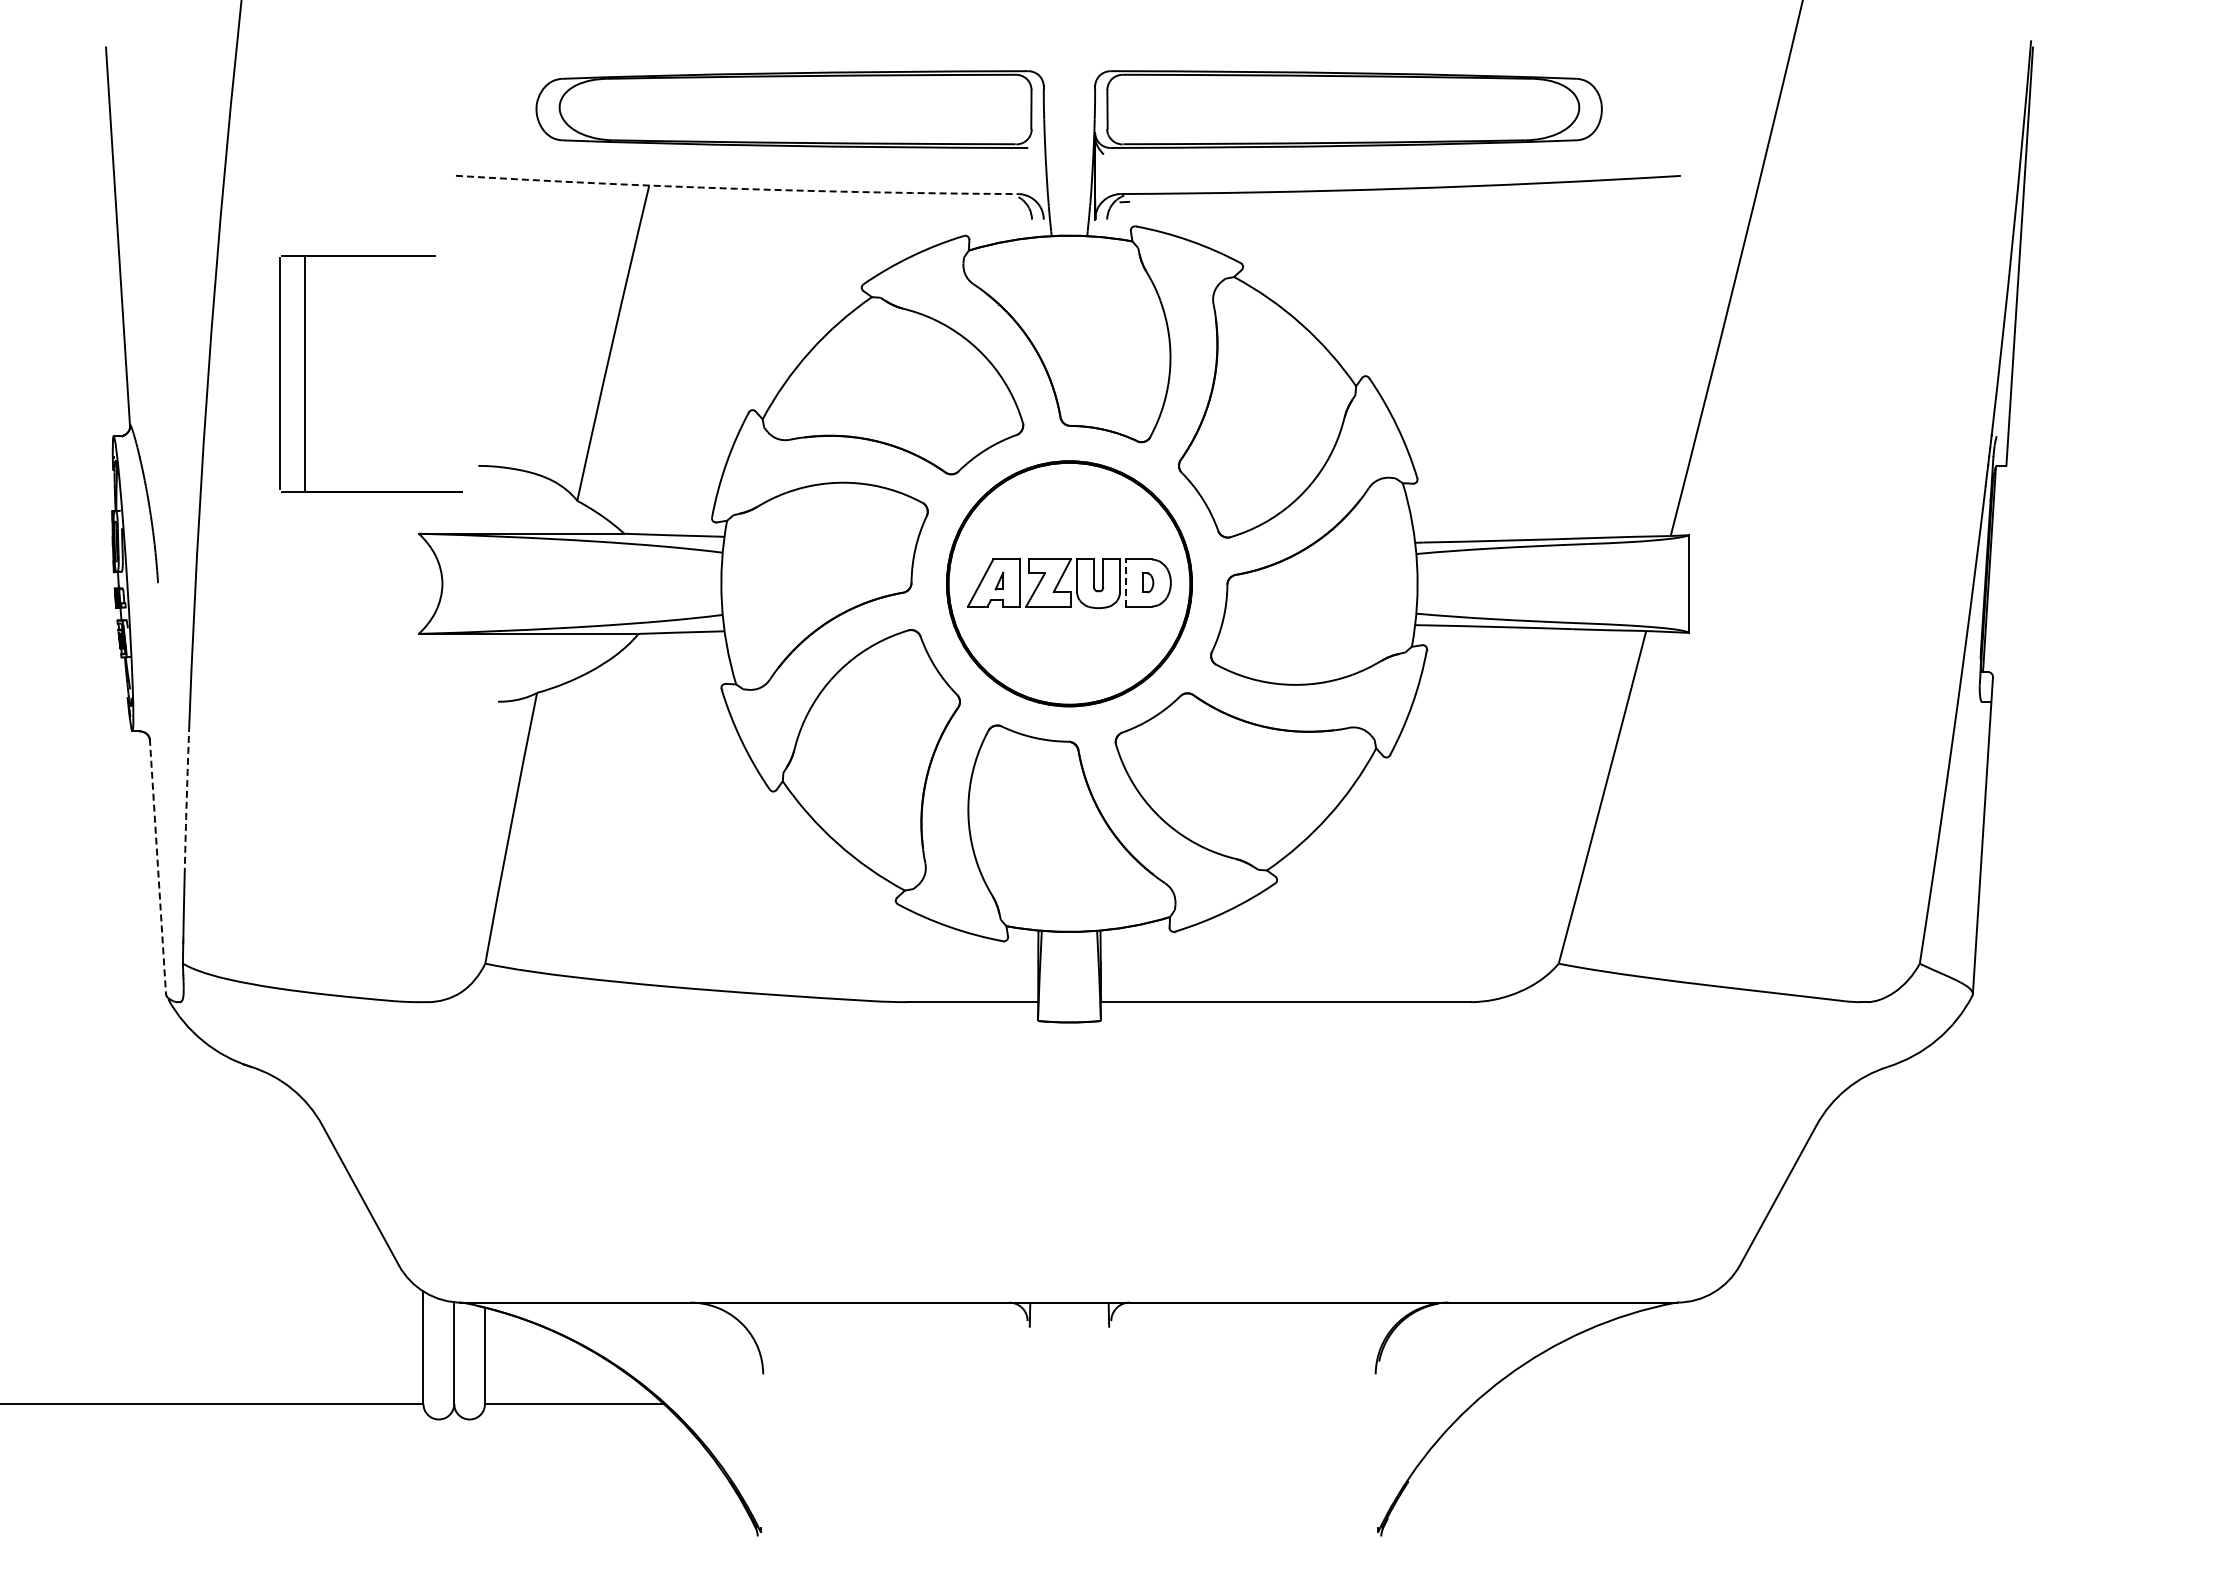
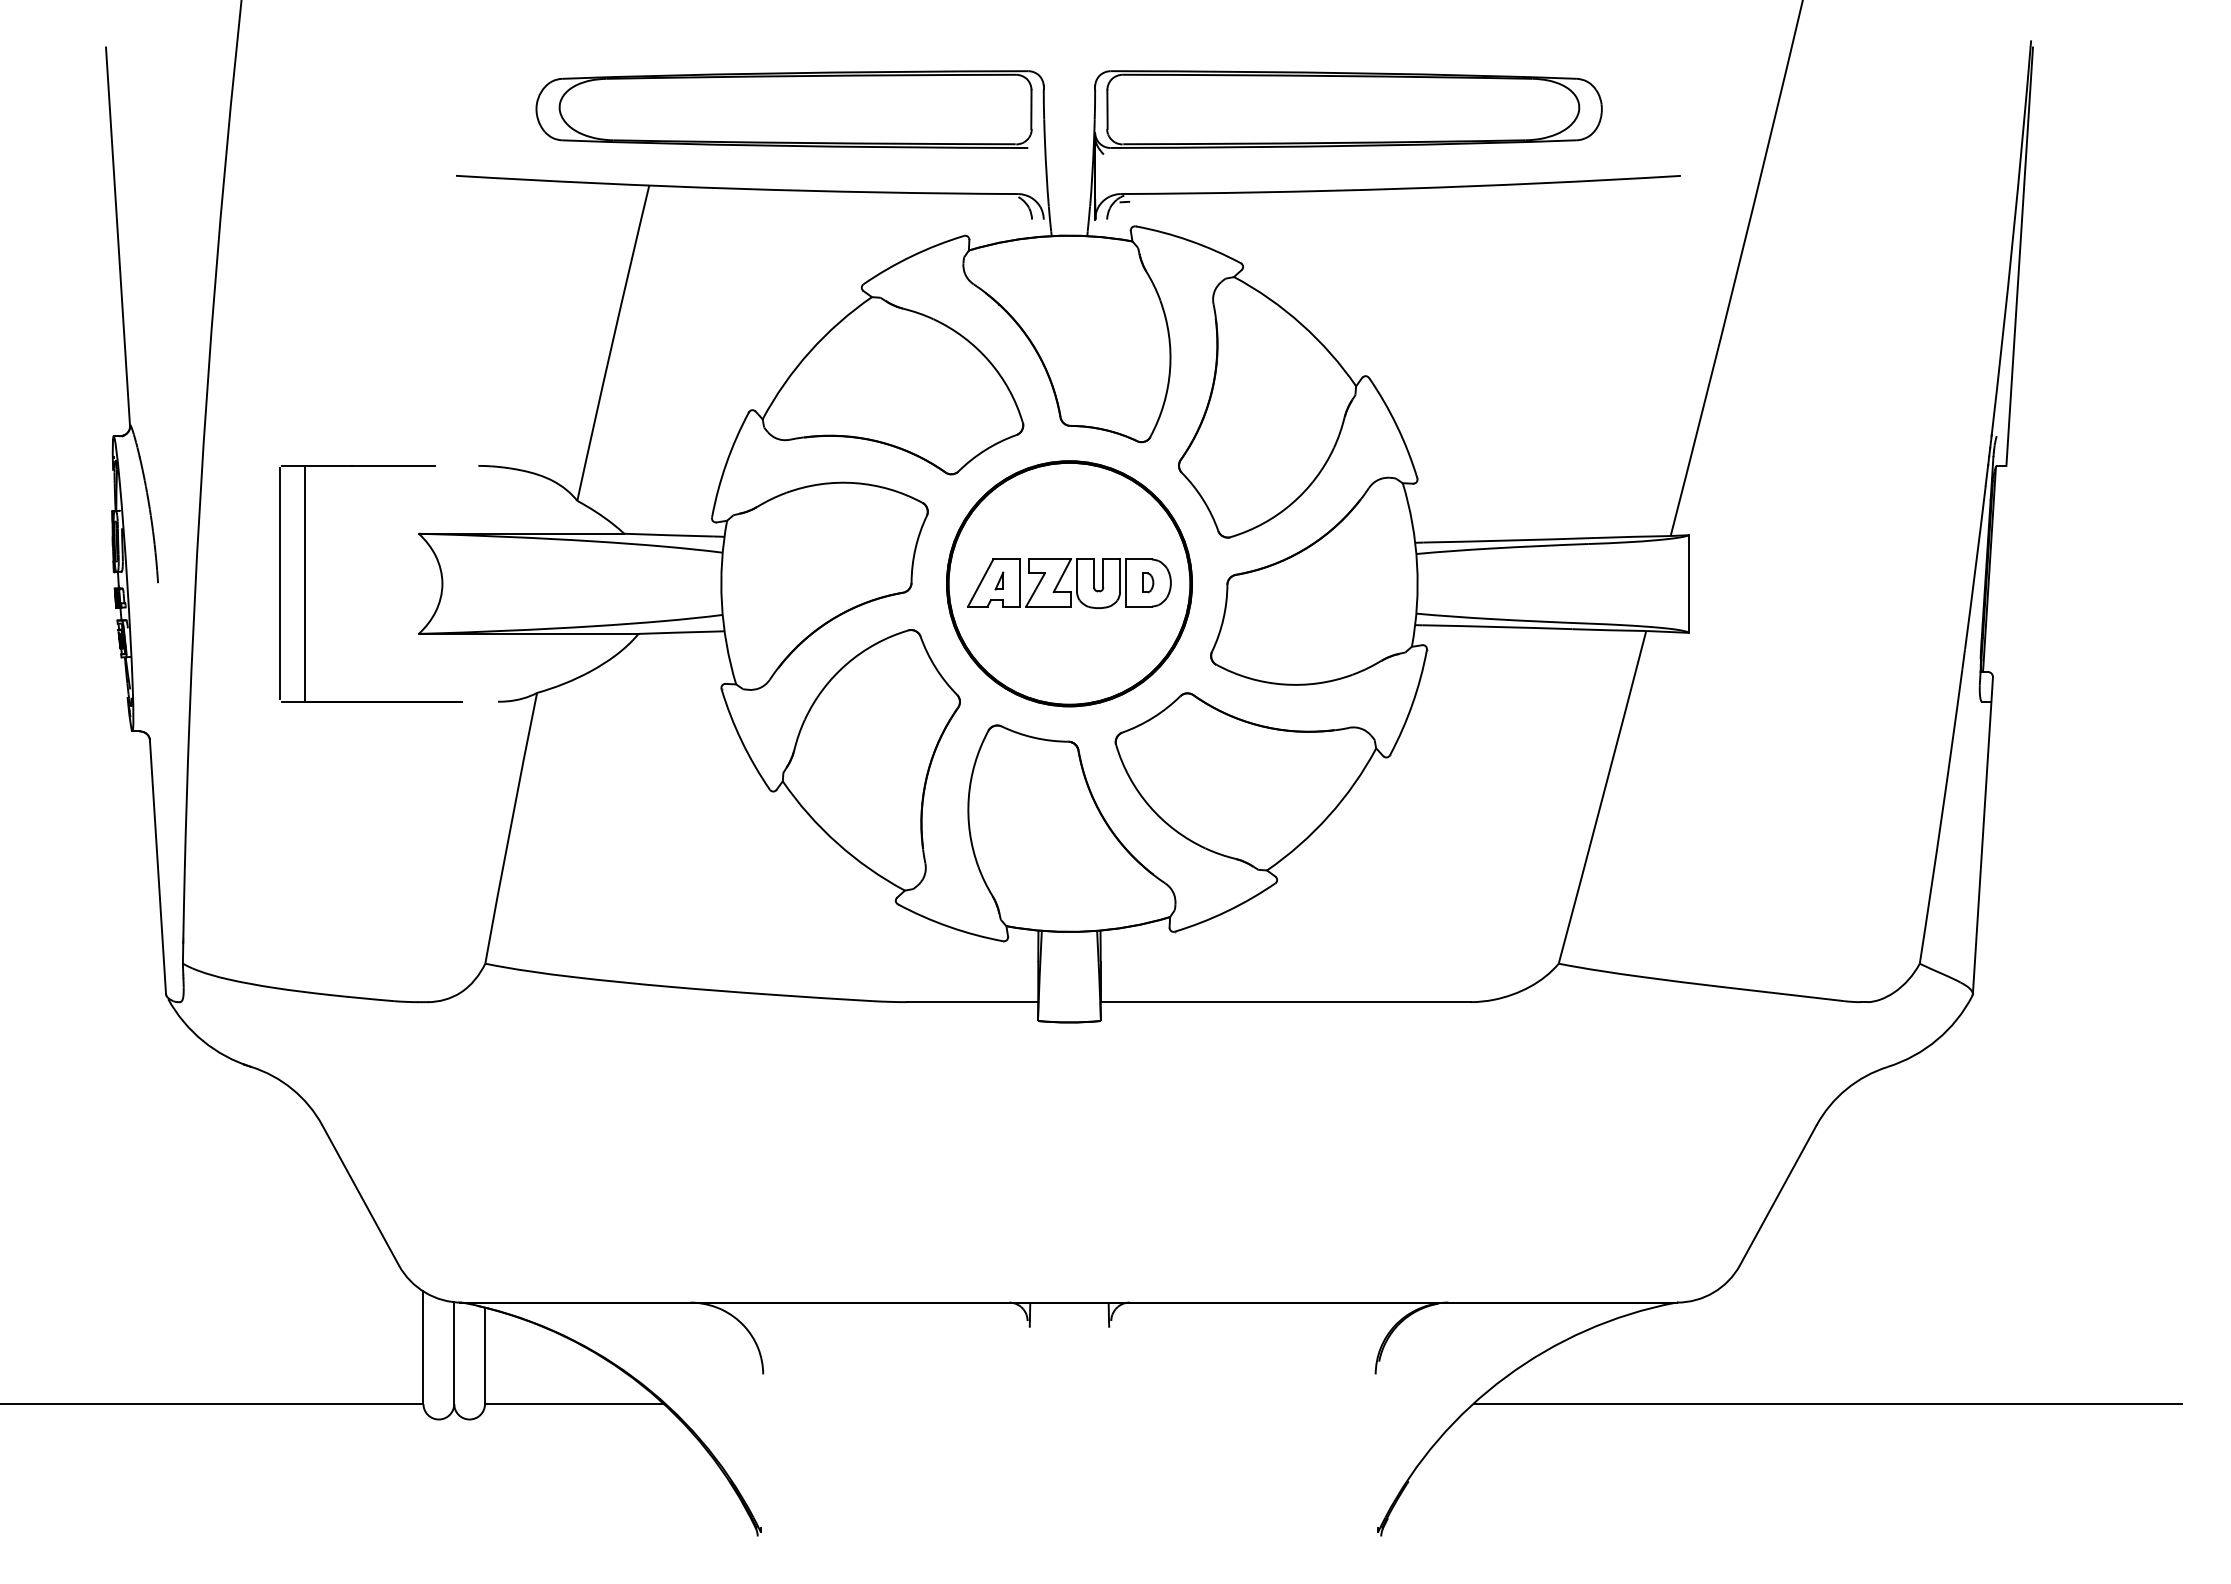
arc at (736, 188): dashed -> solid
part at (305, 373) position: (305, 373) -> (305, 583)
line at (1126, 582): dashed -> solid
arc at (186, 799): dashed -> solid
line at (157, 866): dashed -> solid
line at (1828, 1404): none -> present
